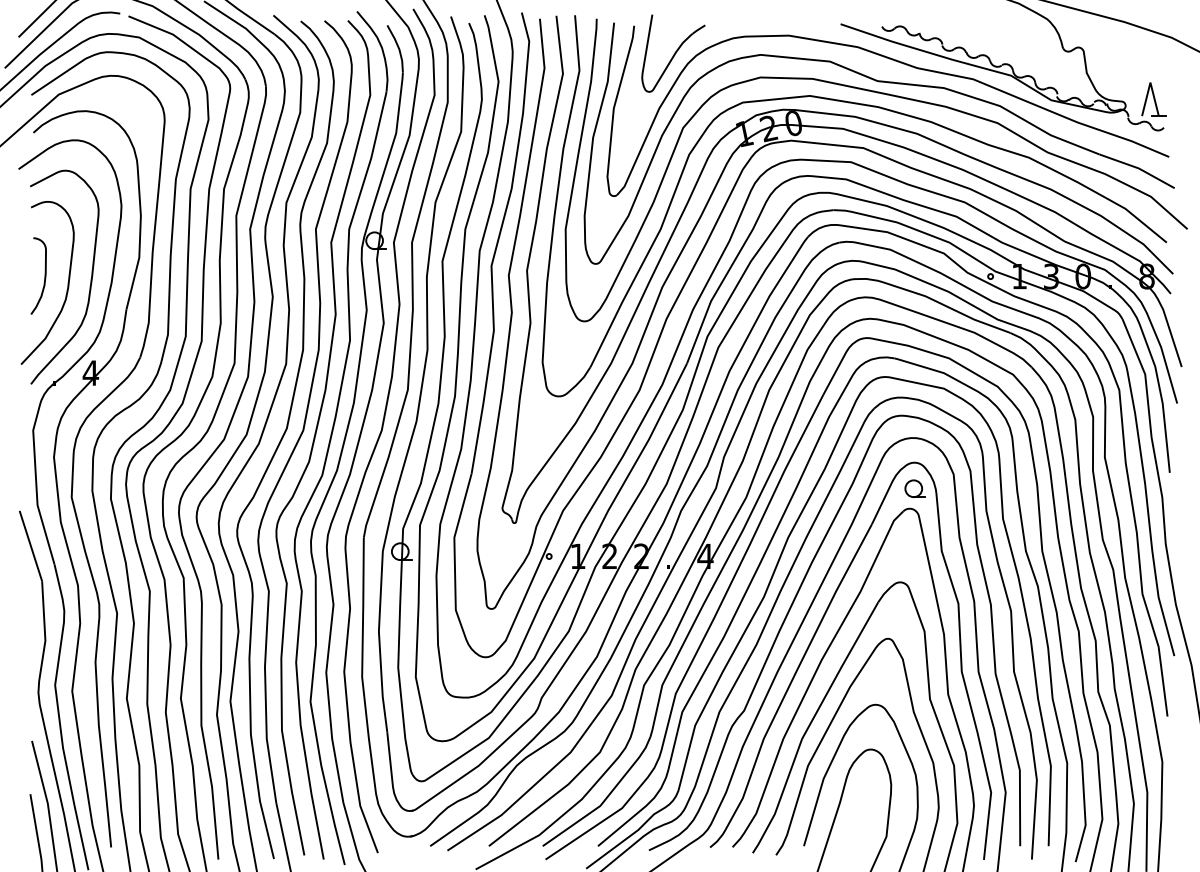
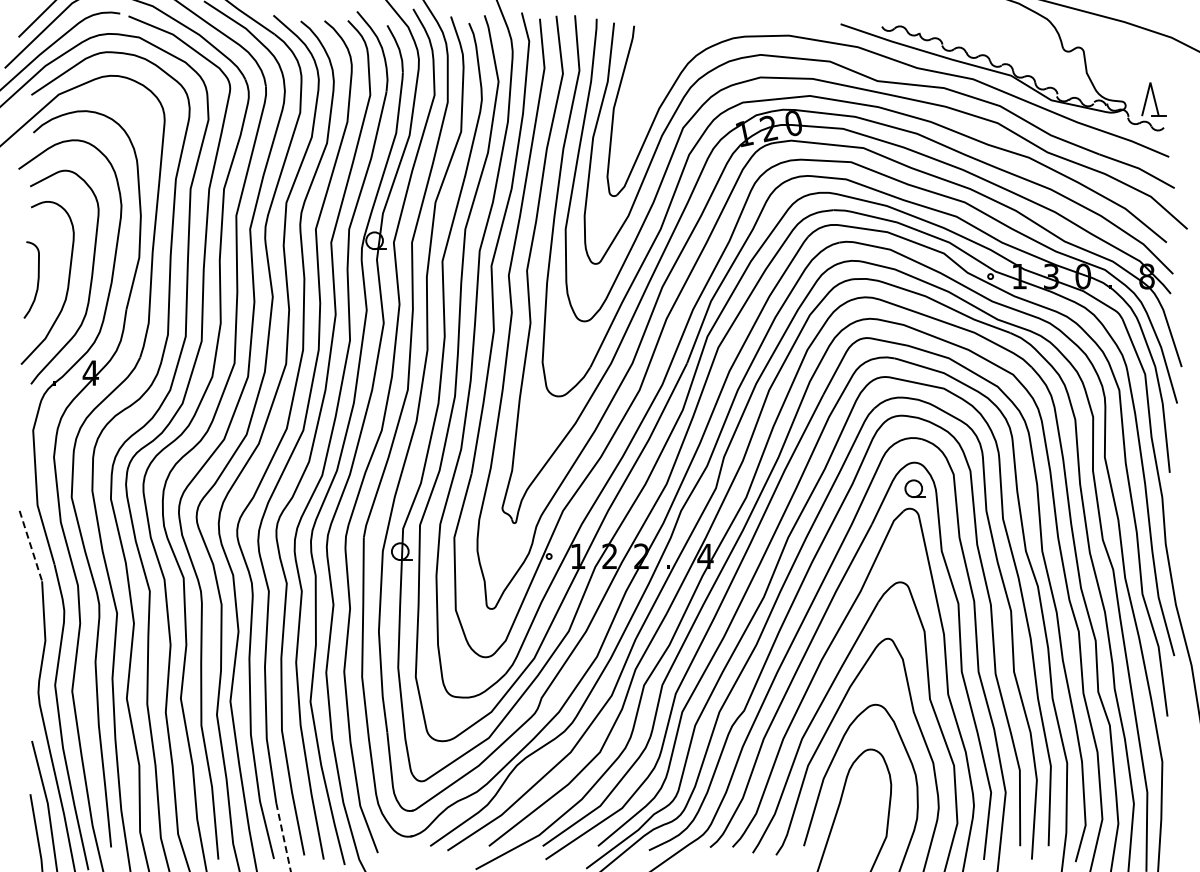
part at (673, 53): present -> none
curve at (44, 275) position: (44, 275) -> (37, 279)
line at (30, 546): solid -> dashed
line at (283, 837): solid -> dashed
